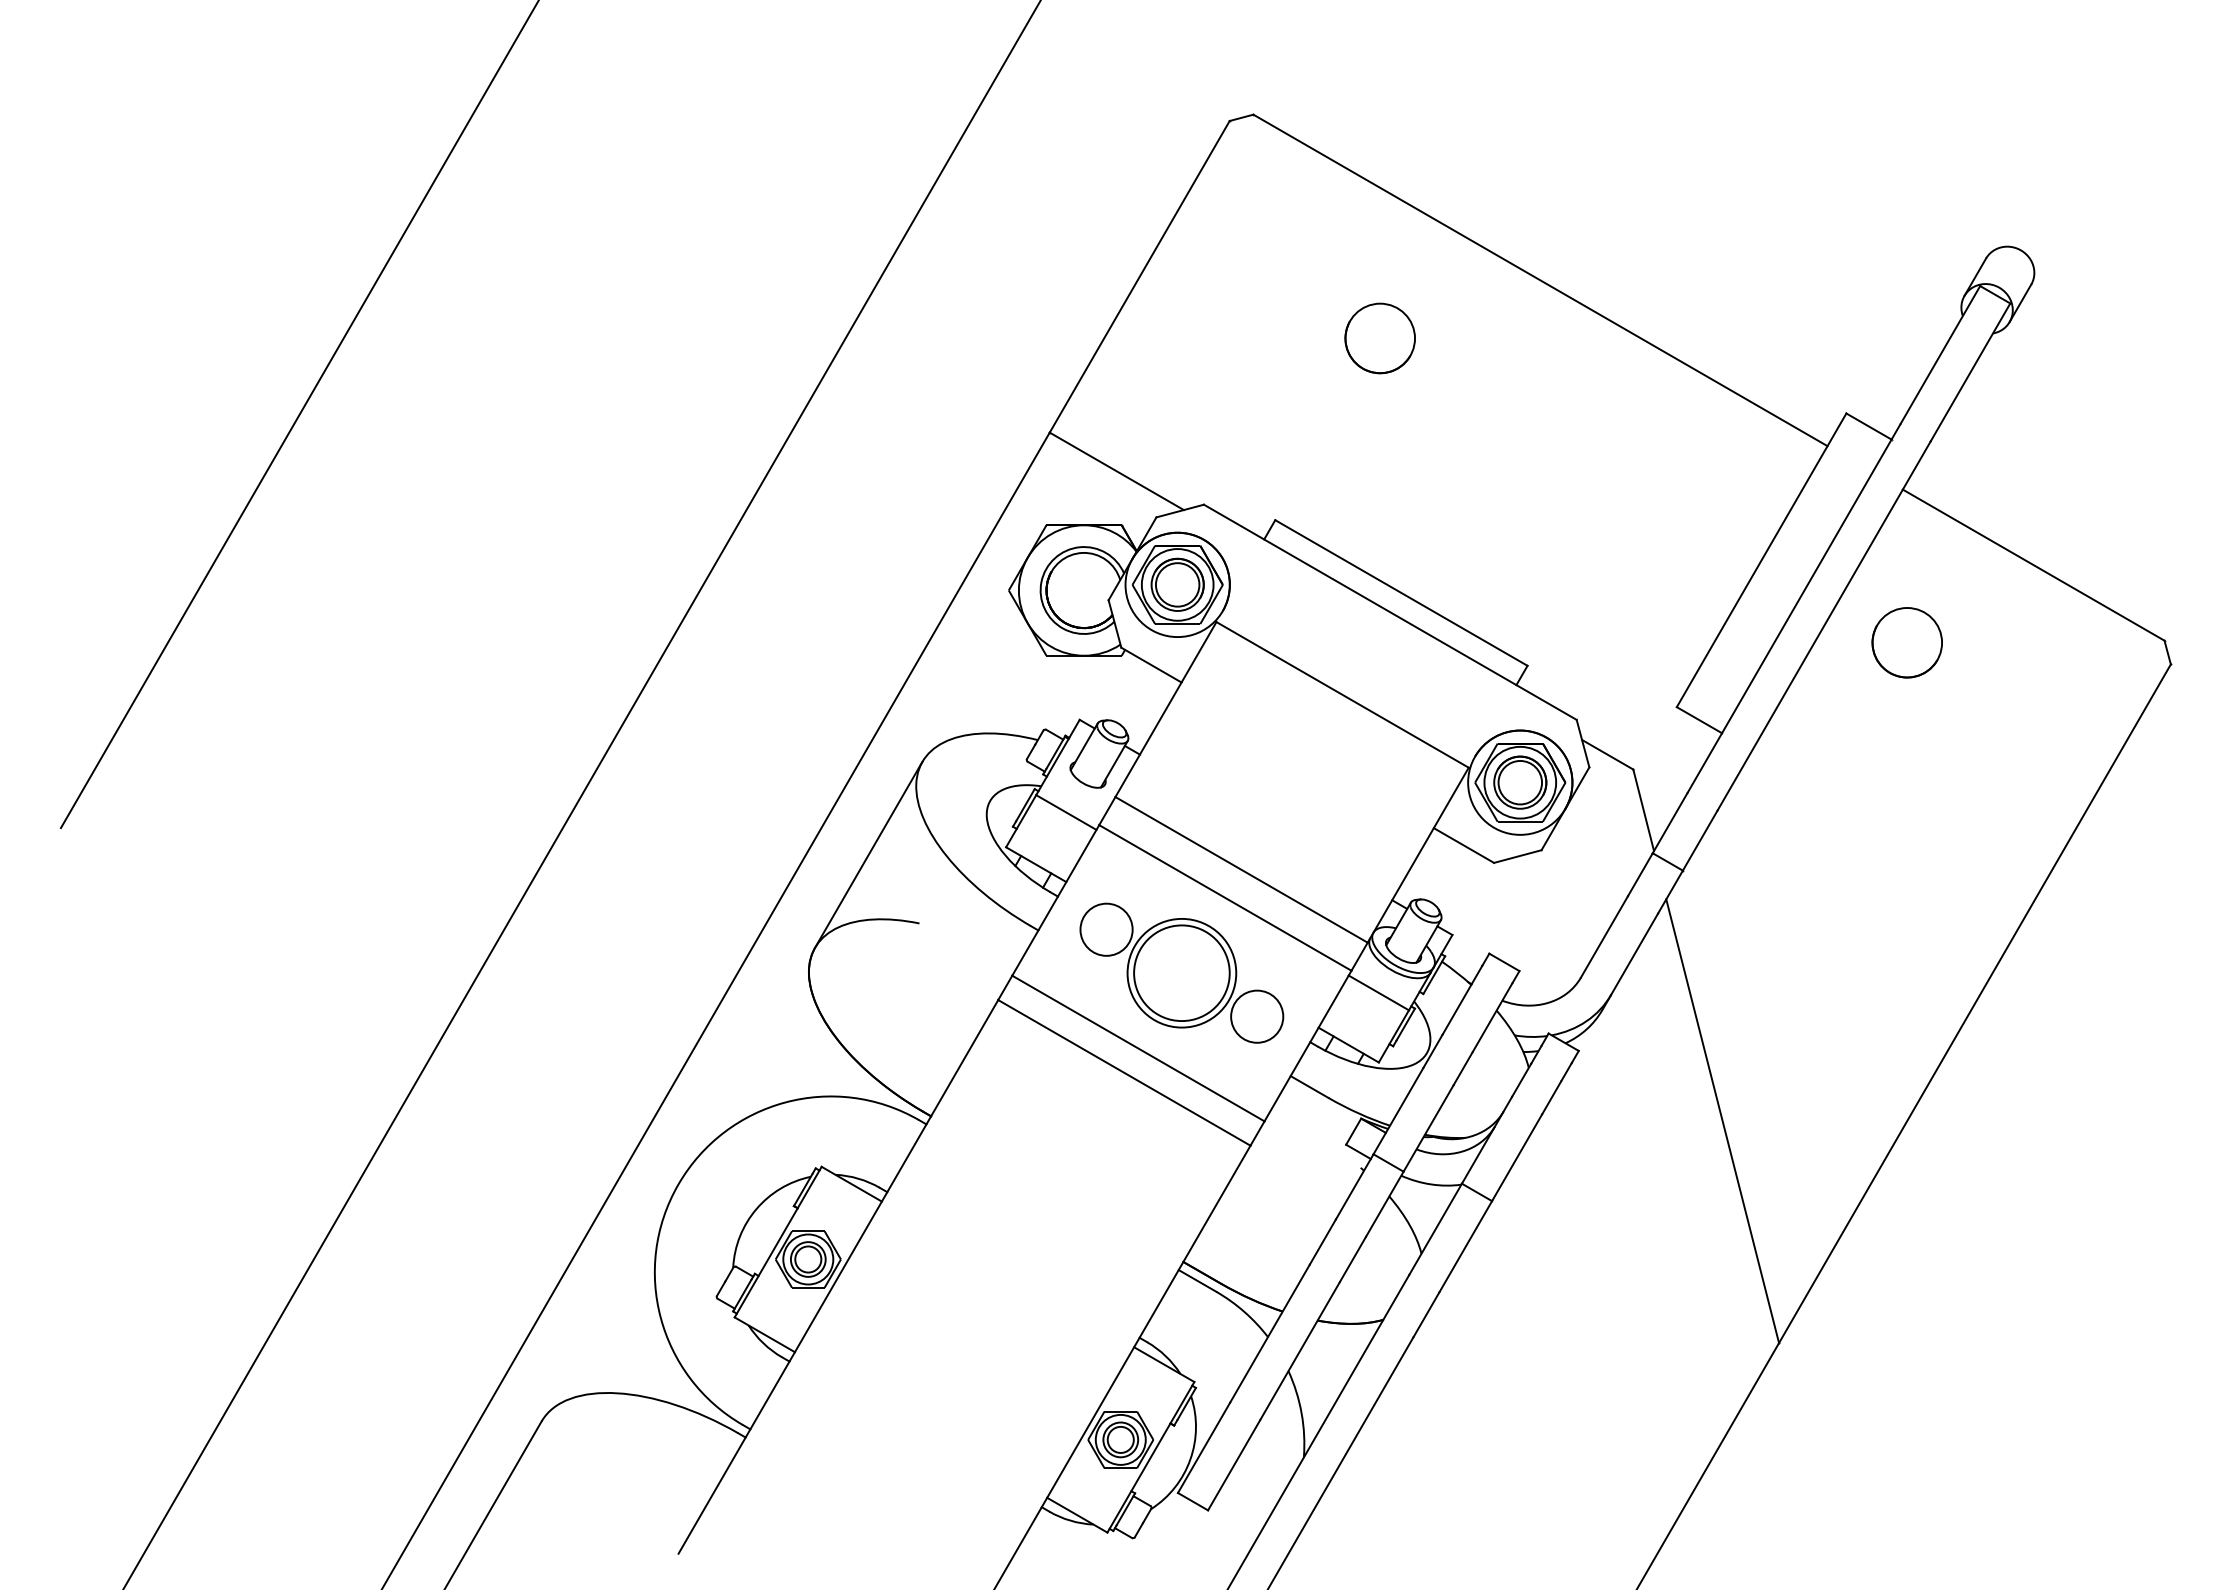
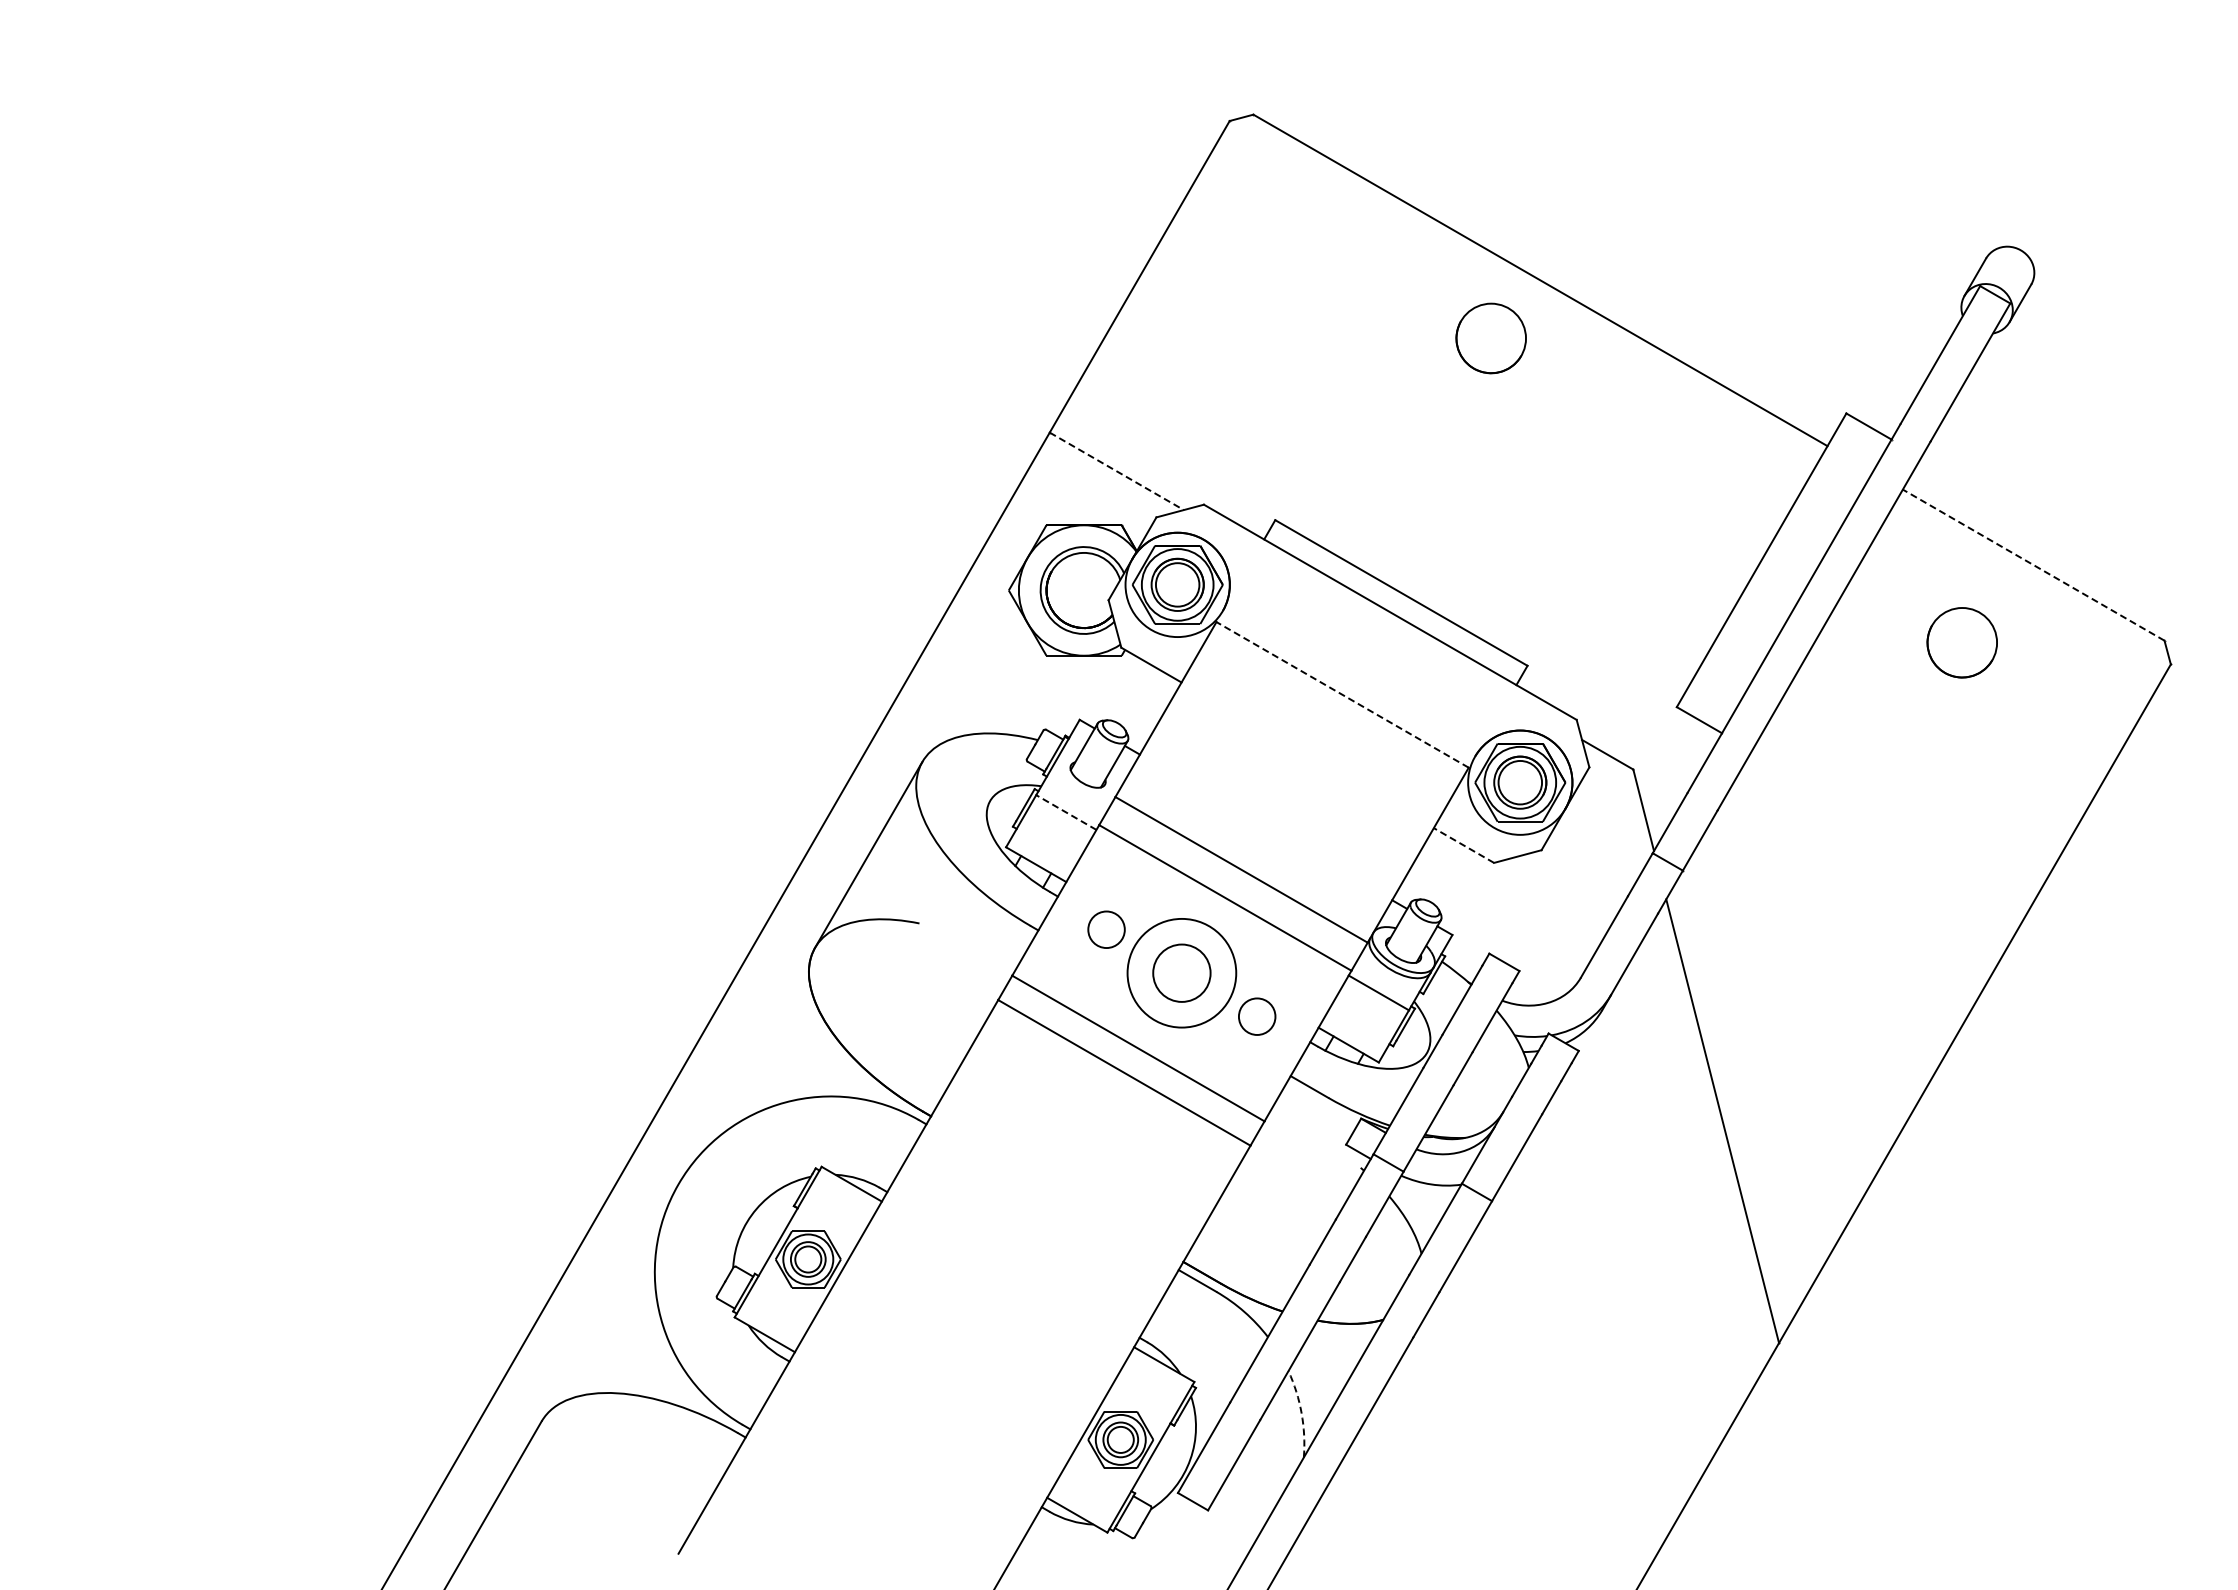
part at (1379, 338) position: (1379, 338) -> (1490, 338)
line at (298, 415): present -> none
line at (1117, 471): solid -> dashed
line at (2033, 564): solid -> dashed
circle at (1906, 642) position: (1906, 642) -> (1961, 642)
line at (1342, 694): solid -> dashed
line at (582, 794): present -> none
line at (1066, 812): solid -> dashed
line at (1463, 845): solid -> dashed
circle at (1106, 929) diameter: 52 px -> 37 px
circle at (1181, 973) diameter: 96 px -> 57 px
circle at (1257, 1016) diameter: 52 px -> 37 px
arc at (1301, 1413): solid -> dashed
